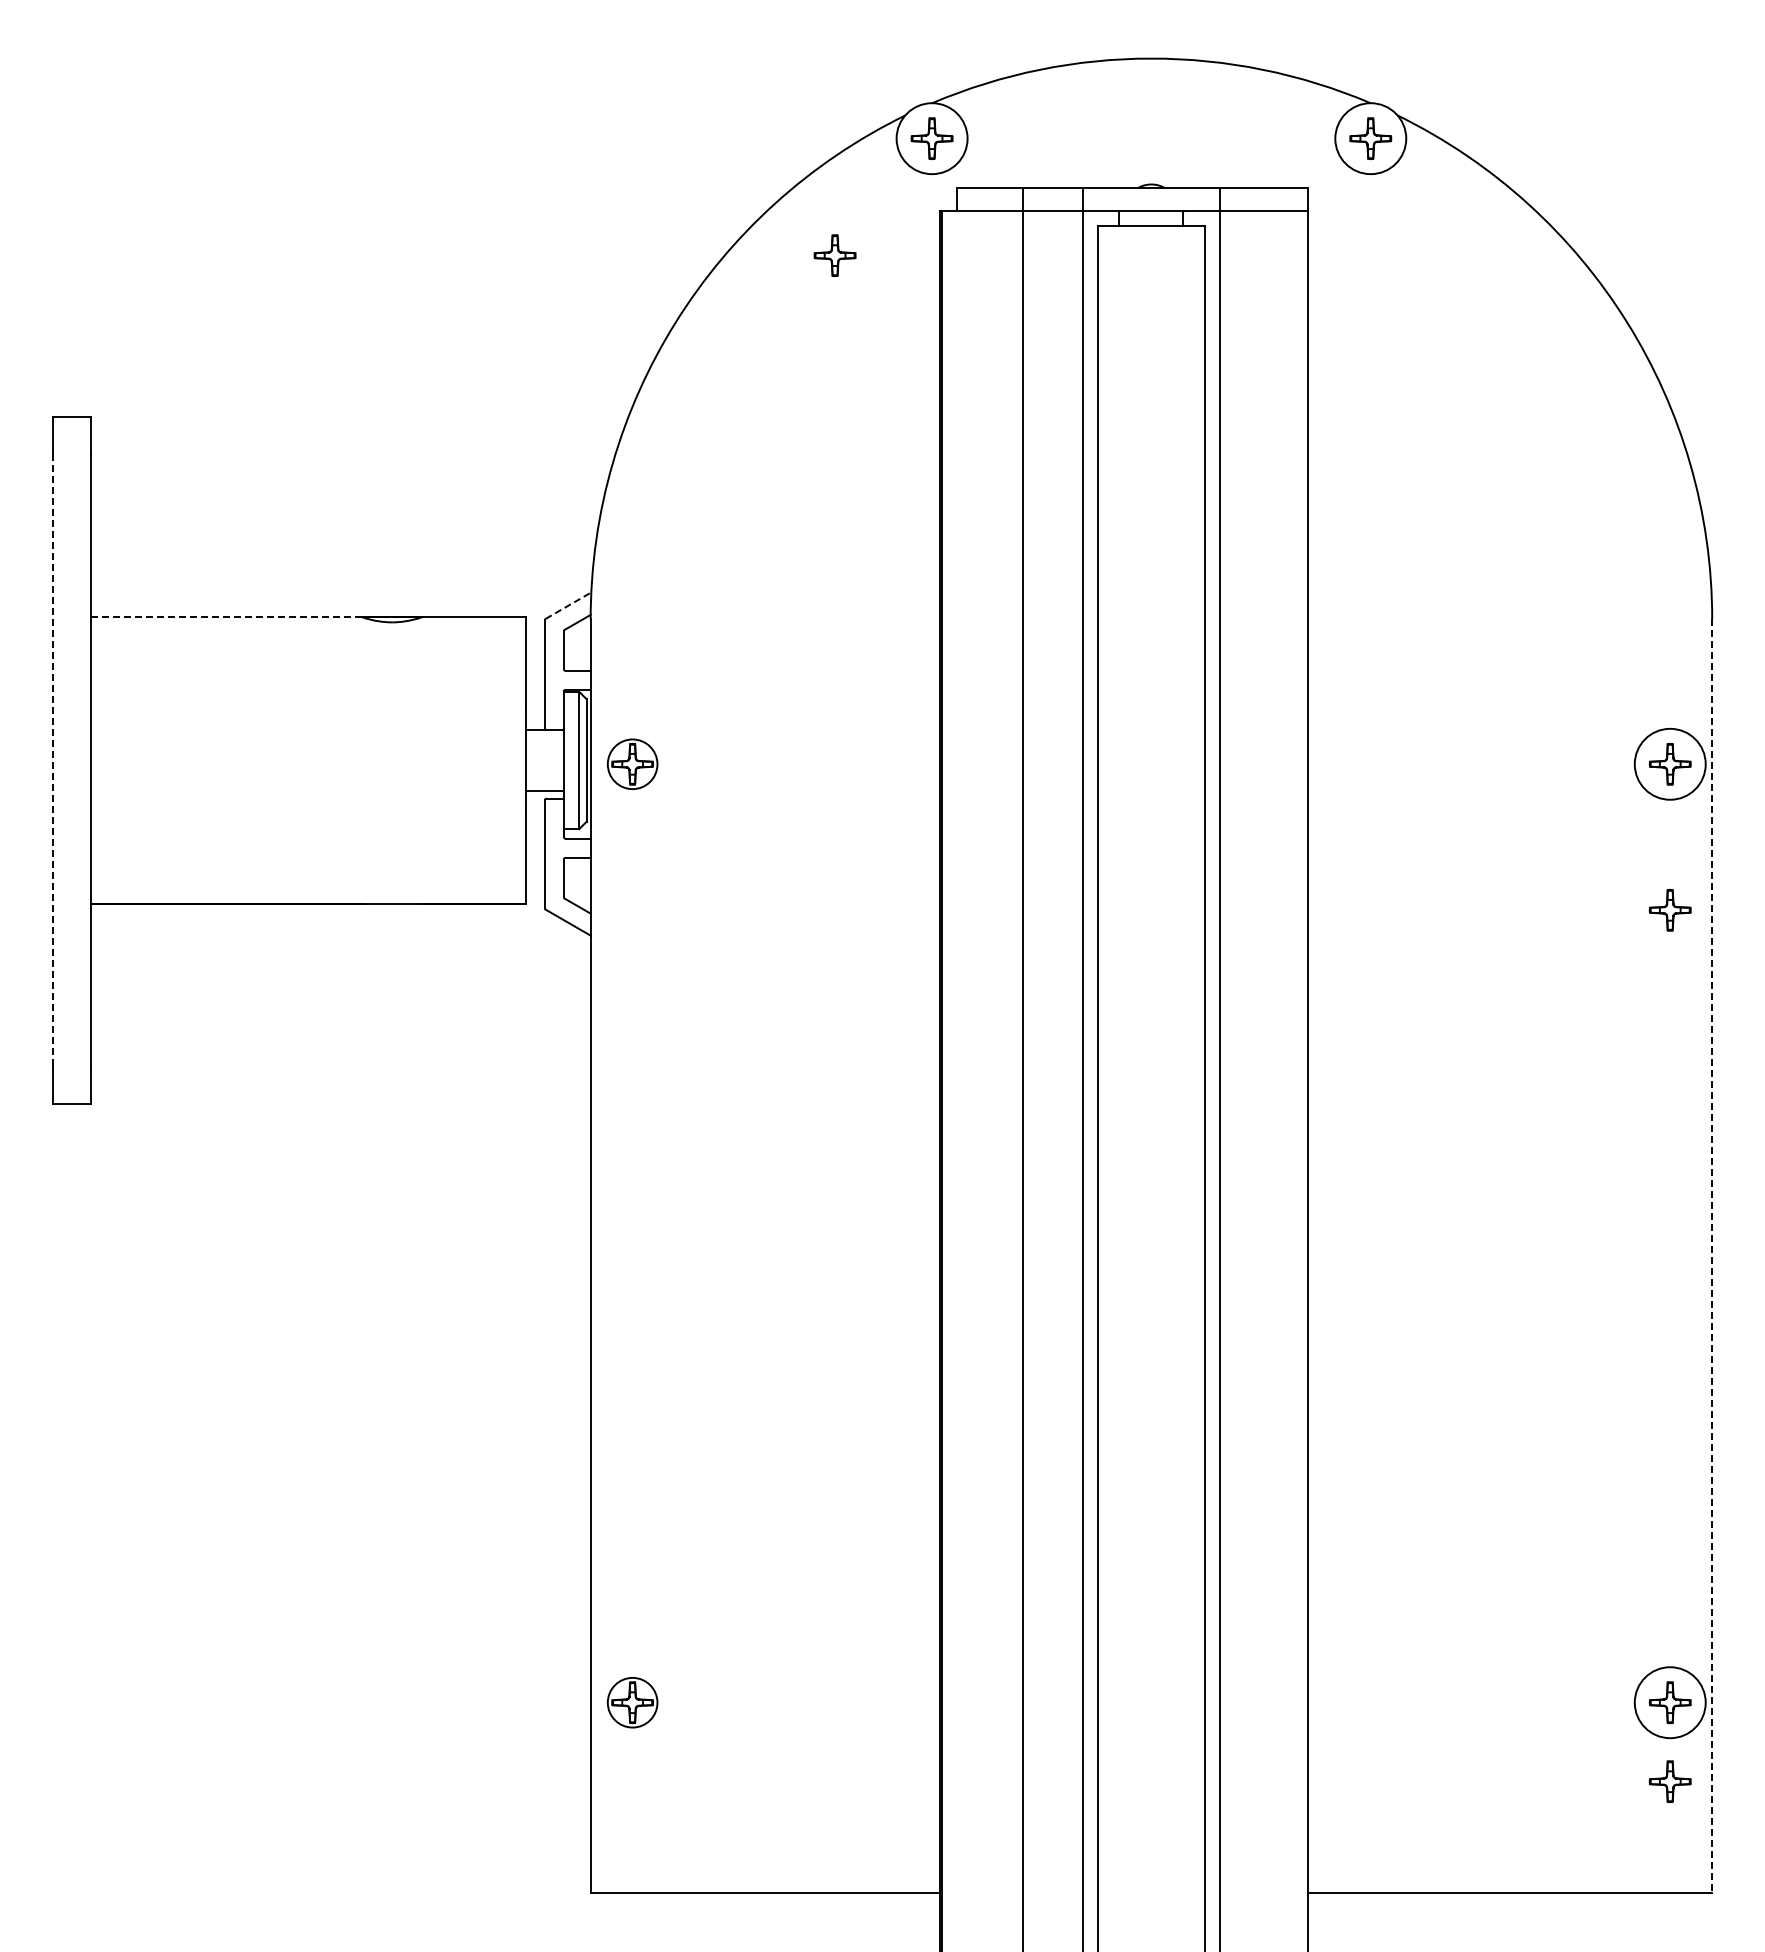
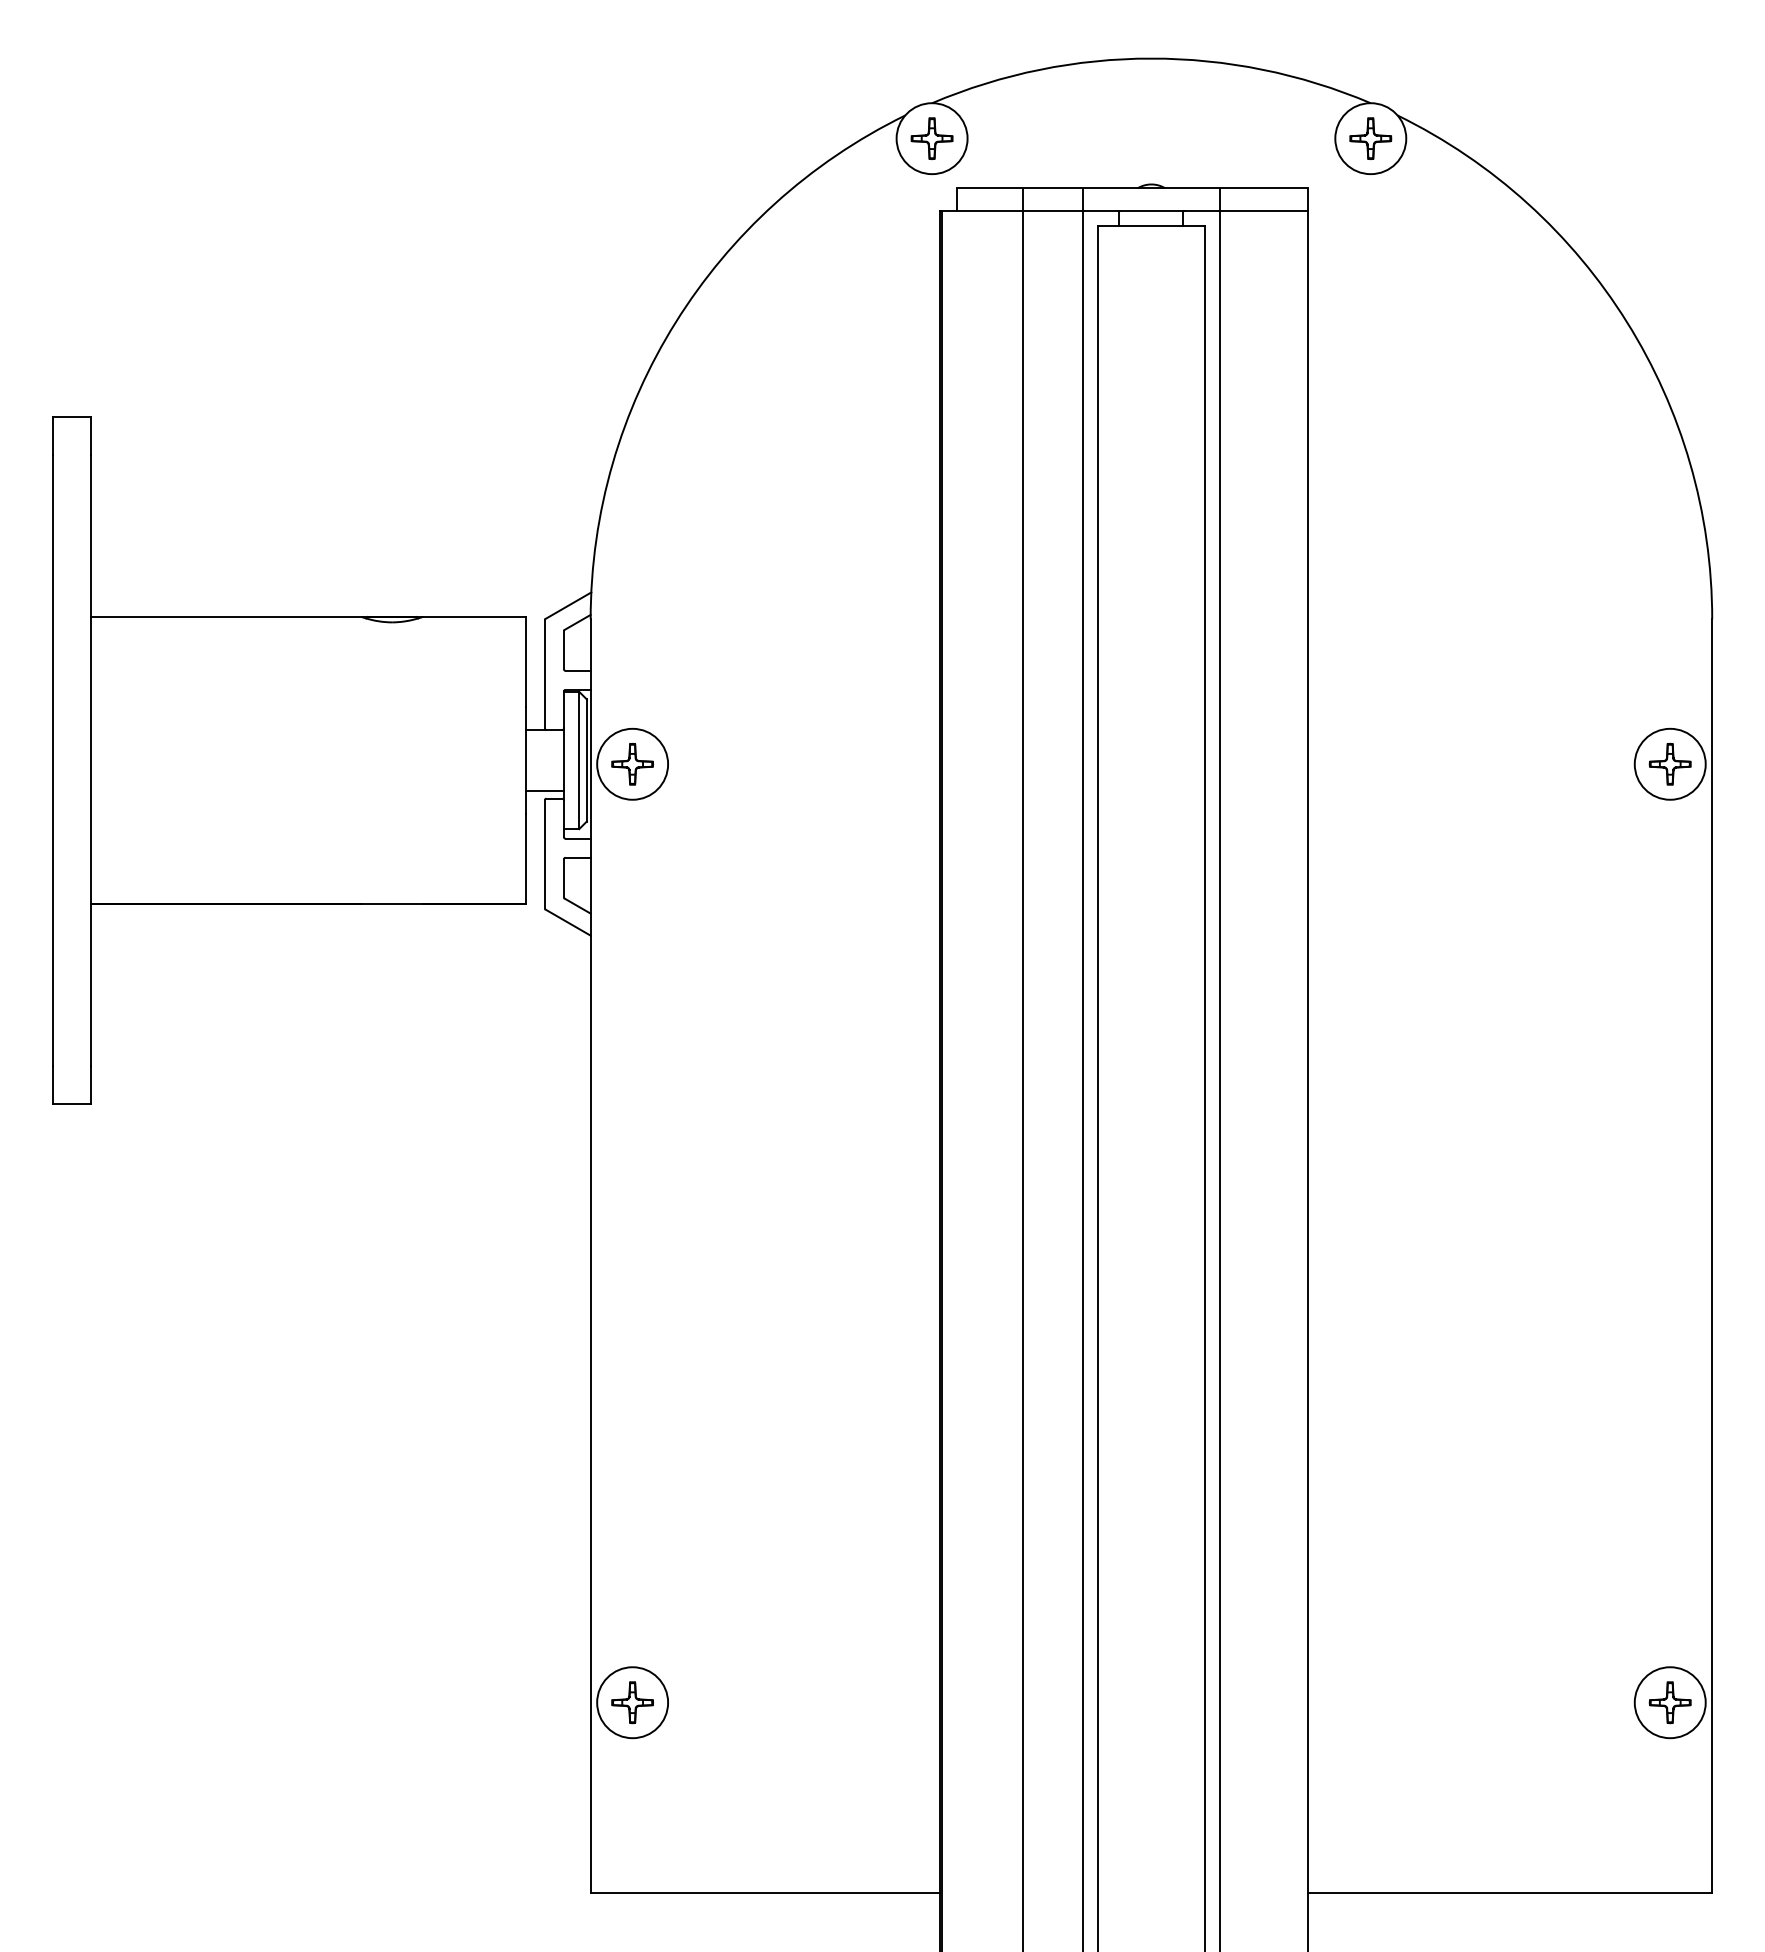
part at (834, 255): present -> none
line at (568, 605): dashed -> solid
line at (225, 617): dashed -> solid
line at (52, 759): dashed -> solid
circle at (632, 764) diameter: 50 px -> 71 px
part at (1669, 909): present -> none
line at (1712, 1256): dashed -> solid
circle at (632, 1702) diameter: 50 px -> 71 px
part at (1669, 1781): present -> none
